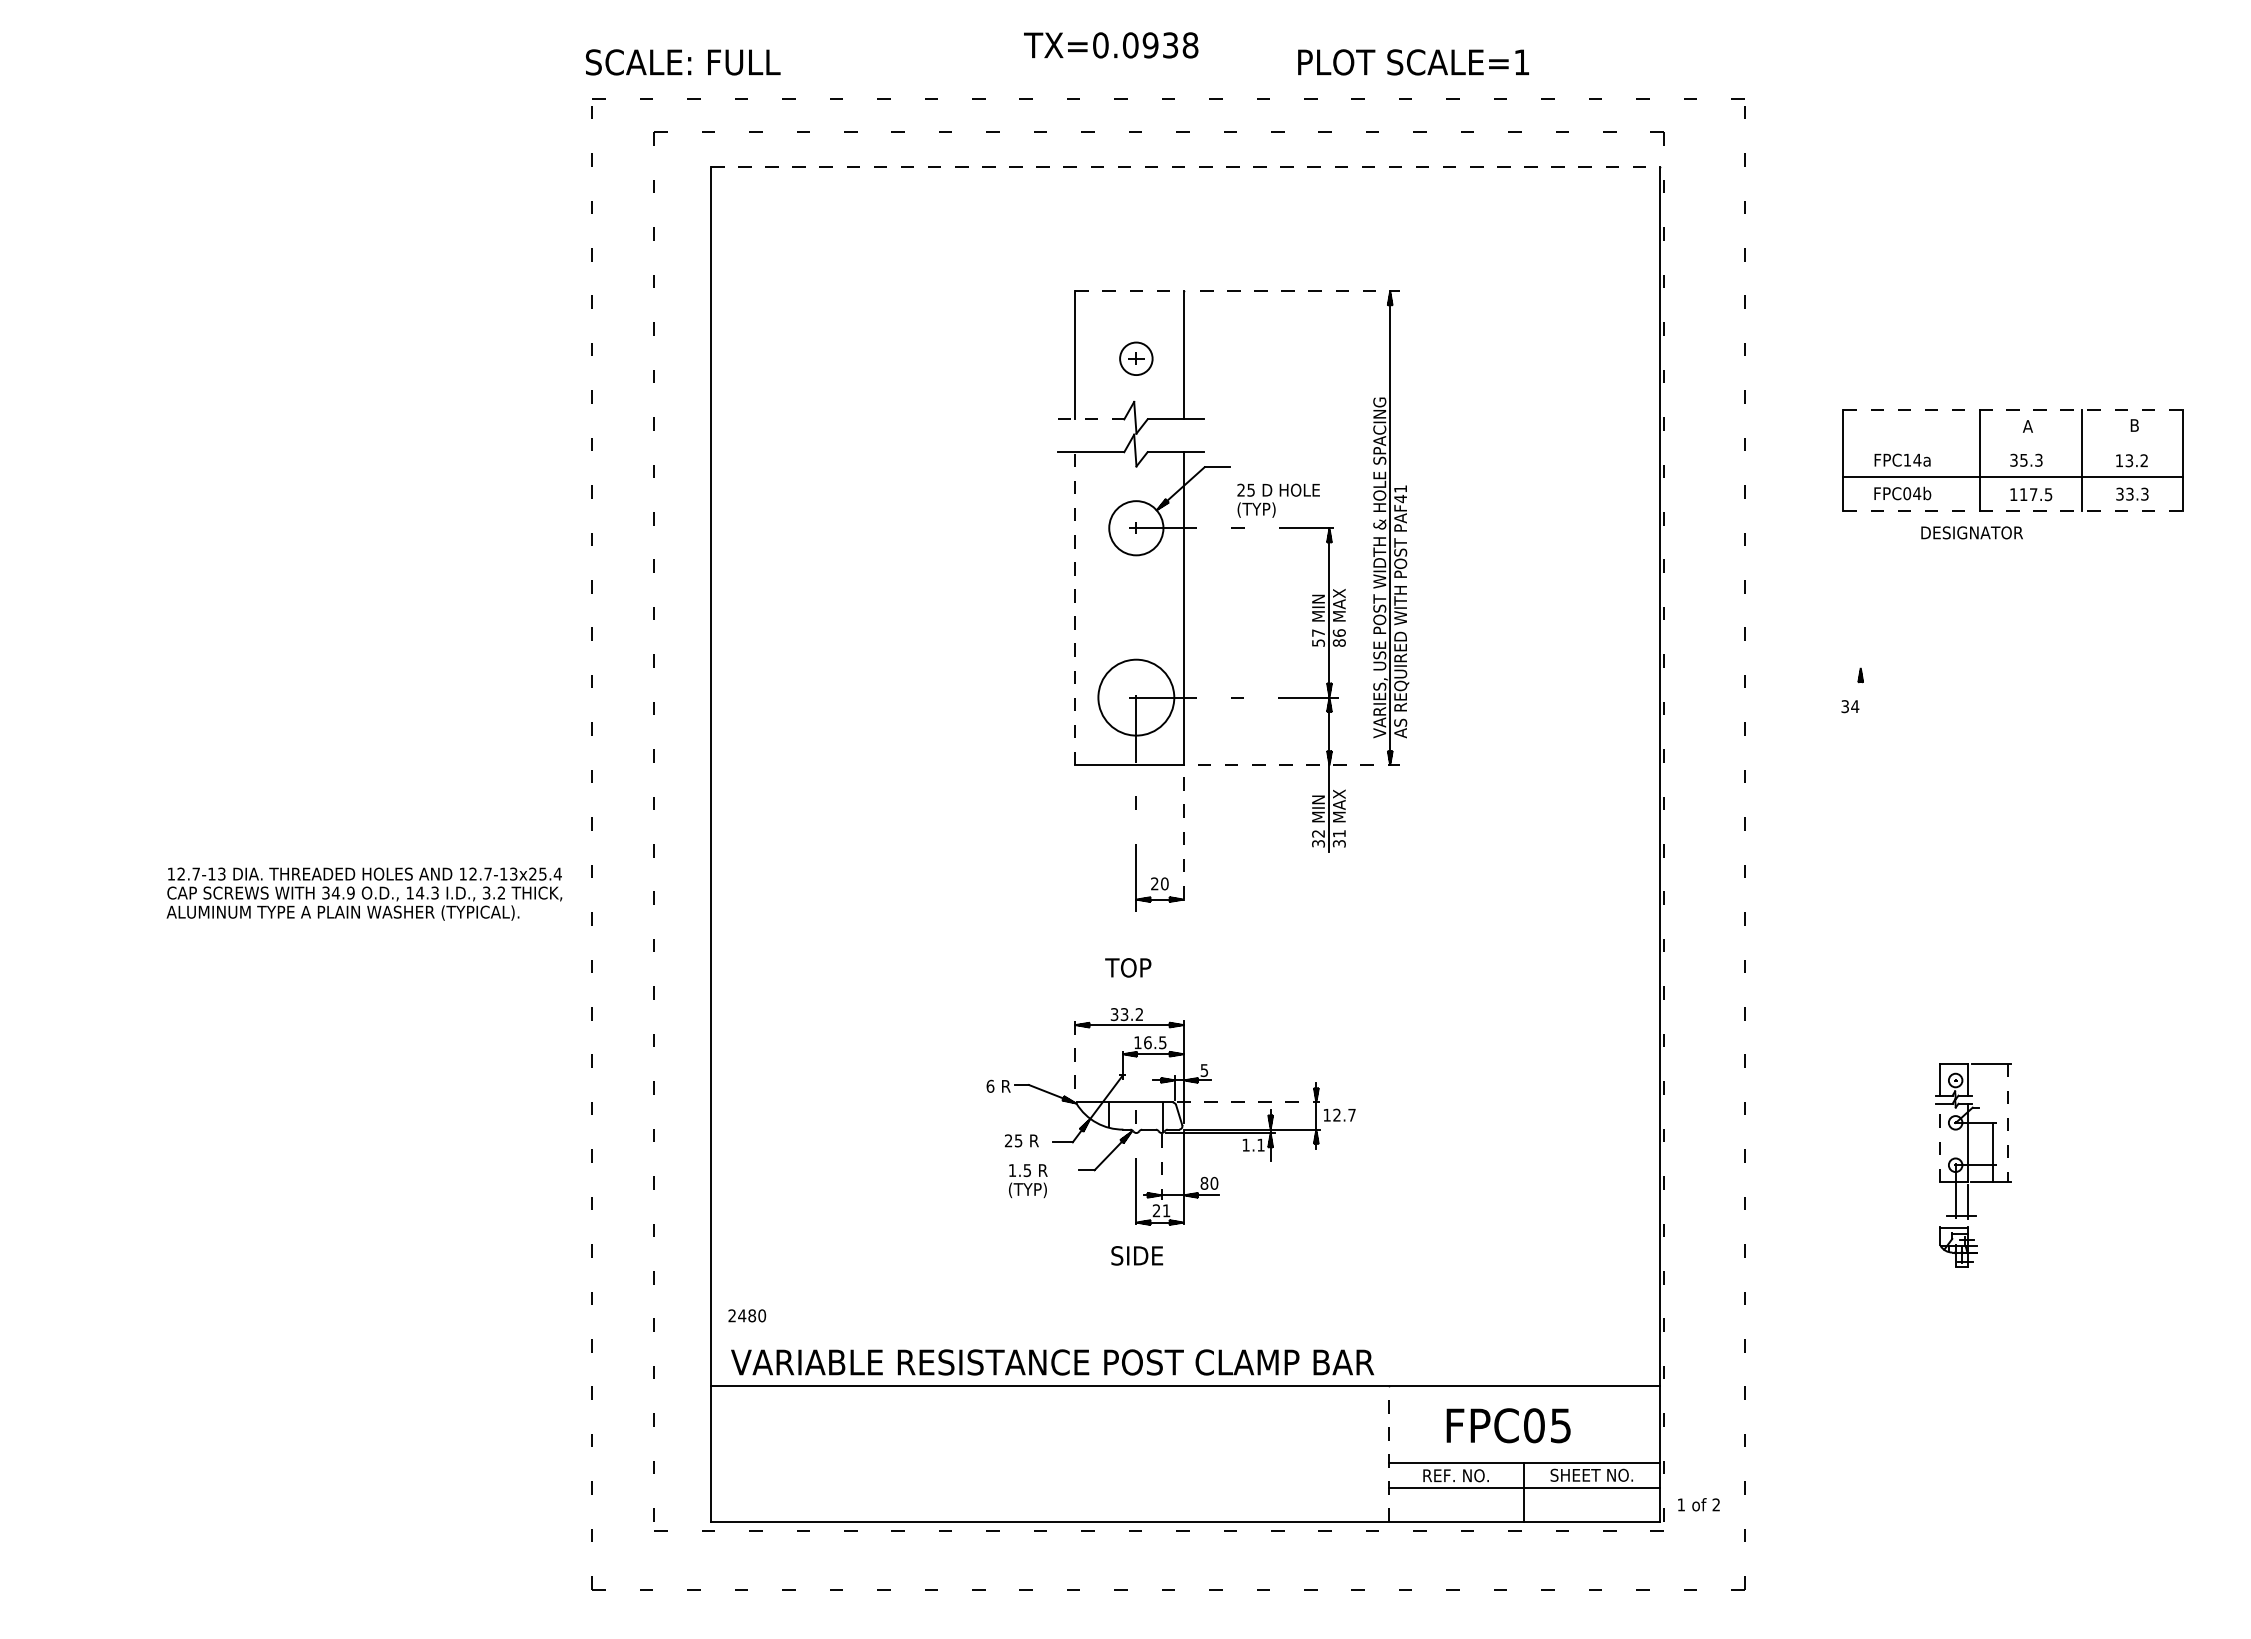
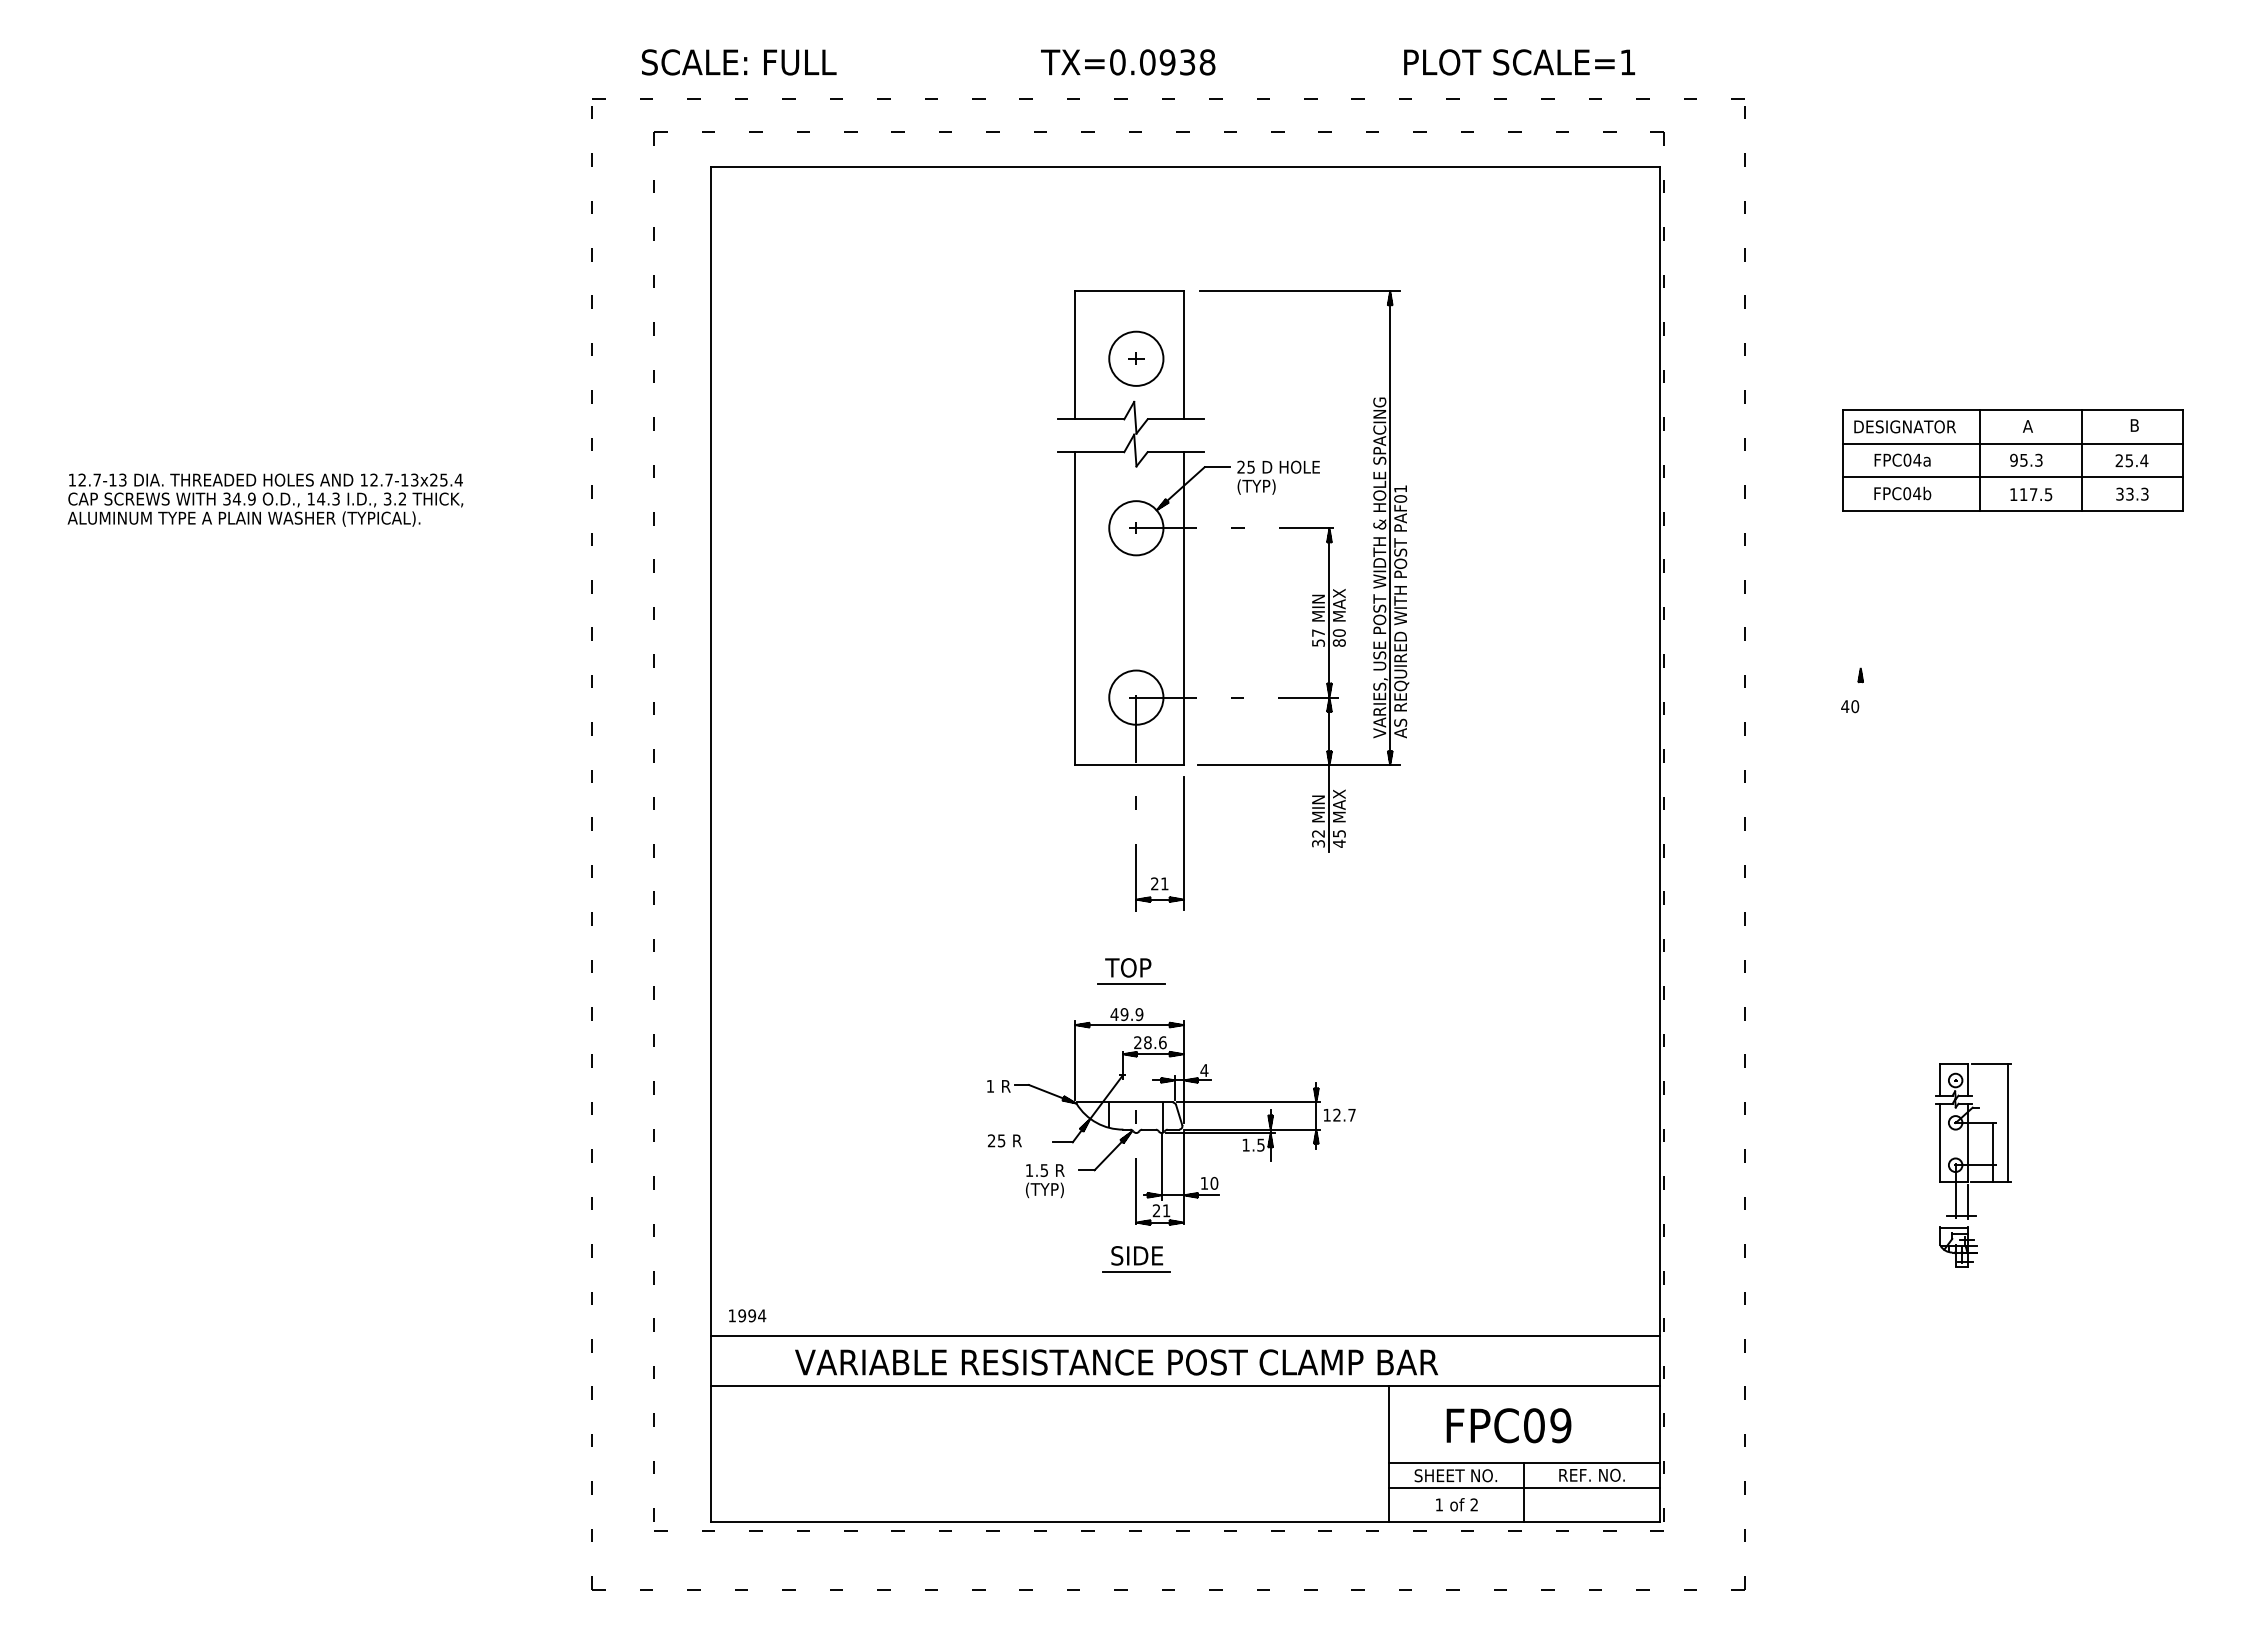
text at (1111, 45) position: (1111, 45) -> (1128, 62)
text at (683, 62) position: (683, 62) -> (739, 62)
text at (1413, 62) position: (1413, 62) -> (1519, 62)
line at (1185, 166): dashed -> solid
line at (1130, 291): dashed -> solid
line at (1299, 291): dashed -> solid
circle at (1136, 358) diameter: 33 px -> 54 px
line at (2013, 409): dashed -> solid
line at (1091, 419): dashed -> solid
line at (2013, 443): none -> present
text at (1907, 459): FPC14a -> FPC04a
text at (2013, 459): 35.3 -> 95.3
text at (2131, 460): 13.2 -> 25.4
text at (1400, 498): PAF41 -> PAF01
text at (1278, 500) position: (1278, 500) -> (1278, 477)
line at (2013, 511): dashed -> solid
text at (1971, 532) position: (1971, 532) -> (1904, 426)
line at (1075, 608): dashed -> solid
text at (1338, 632): 86 -> 80
circle at (1136, 697) diameter: 76 px -> 54 px
text at (1850, 706): 34 -> 40
line at (1298, 765): dashed -> solid
text at (1338, 838): 31 -> 45
line at (1183, 843): dashed -> solid
text at (1164, 883): 20 -> 21
text at (364, 893) position: (364, 893) -> (265, 499)
line at (1131, 984): none -> present
text at (1126, 1014): 33.2 -> 49.9
text at (1150, 1042): 16.5 -> 28.6
line at (1075, 1061): dashed -> solid
text at (1204, 1070): 5 -> 4
text at (990, 1085): 6 -> 1
line at (1248, 1102): dashed -> solid
line at (2008, 1123): dashed -> solid
text at (1021, 1140) position: (1021, 1140) -> (1004, 1140)
line at (1940, 1142): dashed -> solid
text at (1260, 1144): 1.1 -> 1.5
line at (1161, 1167): dashed -> solid
text at (1028, 1181) position: (1028, 1181) -> (1045, 1181)
text at (1204, 1182): 80 -> 10
line at (1136, 1272): none -> present
text at (747, 1315): 2480 -> 1994
line at (1185, 1335): none -> present
text at (1052, 1362) position: (1052, 1362) -> (1116, 1362)
text at (1560, 1425): FPC05 -> FPC09
line at (1388, 1454): dashed -> solid
text at (1591, 1474): SHEET NO. -> REF. NO.
text at (1455, 1475): REF. NO. -> SHEET NO.
text at (1698, 1504) position: (1698, 1504) -> (1456, 1504)
